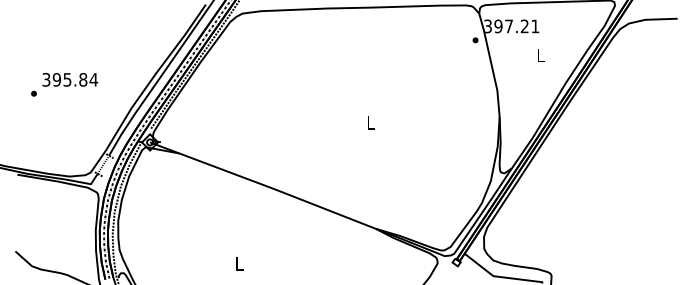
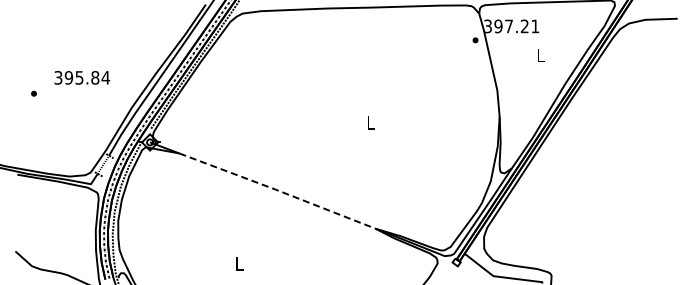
text at (70, 79) position: (70, 79) -> (82, 77)
line at (277, 190): solid -> dashed
